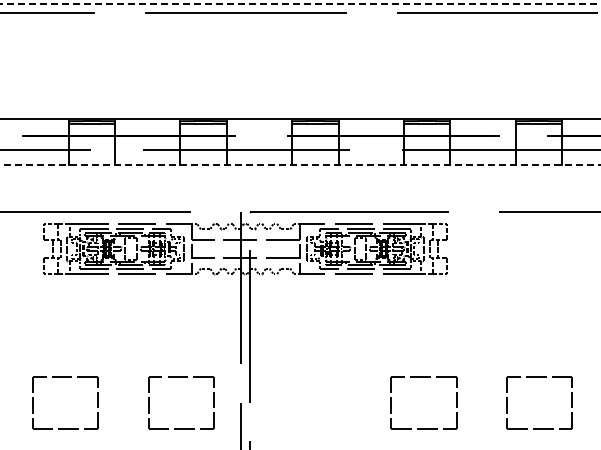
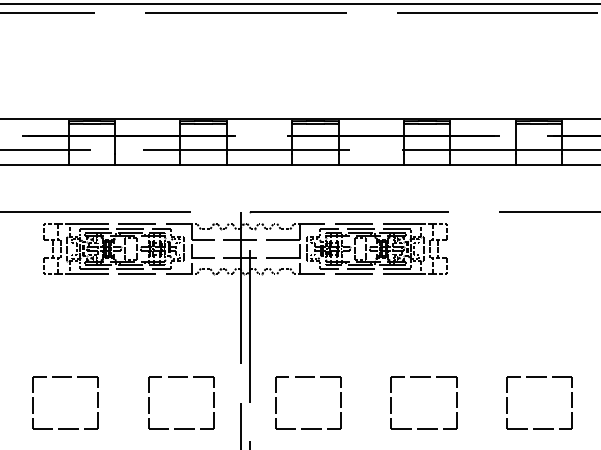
line at (301, 4): dashed -> solid
line at (300, 165): dashed -> solid
part at (308, 377): none -> present
